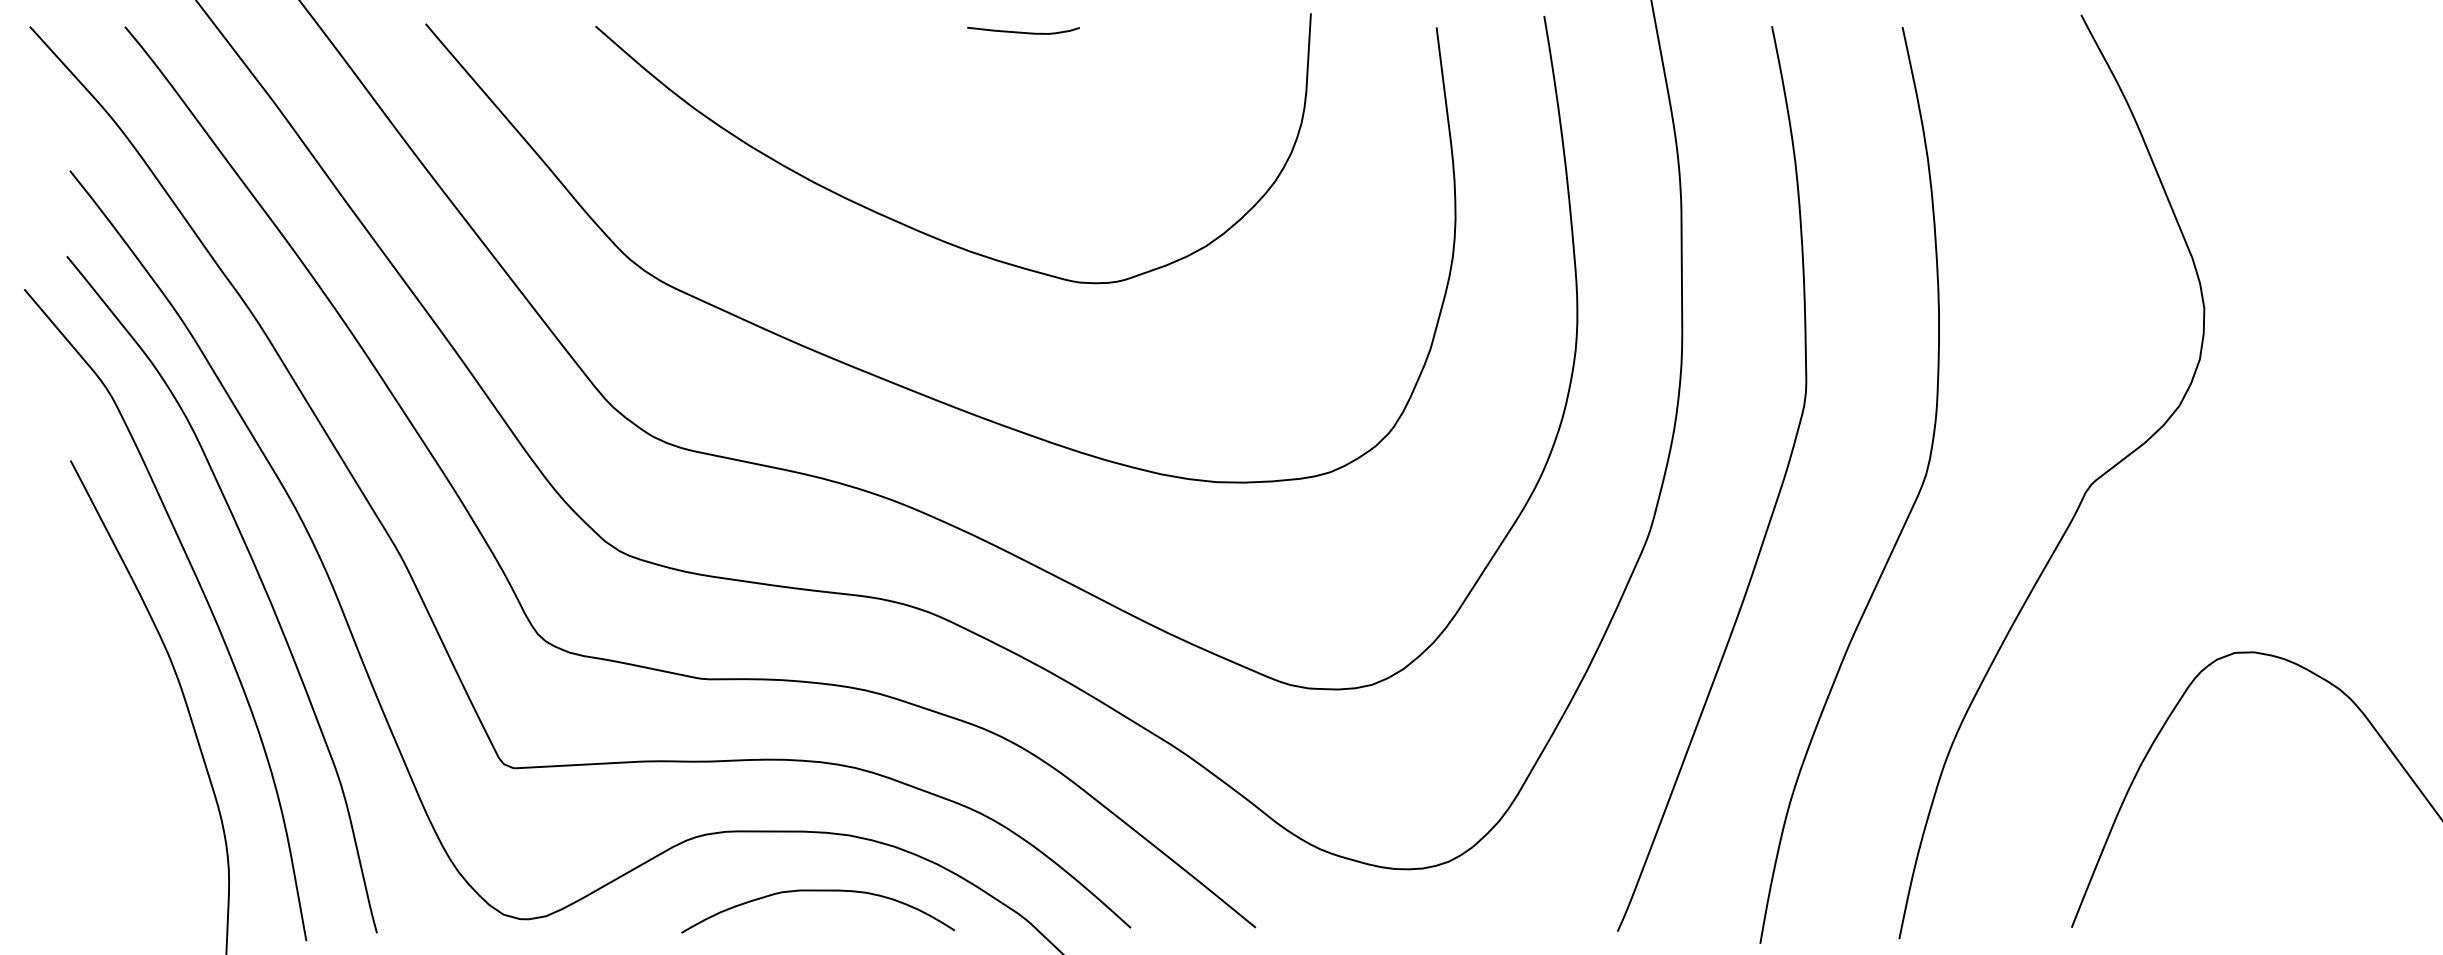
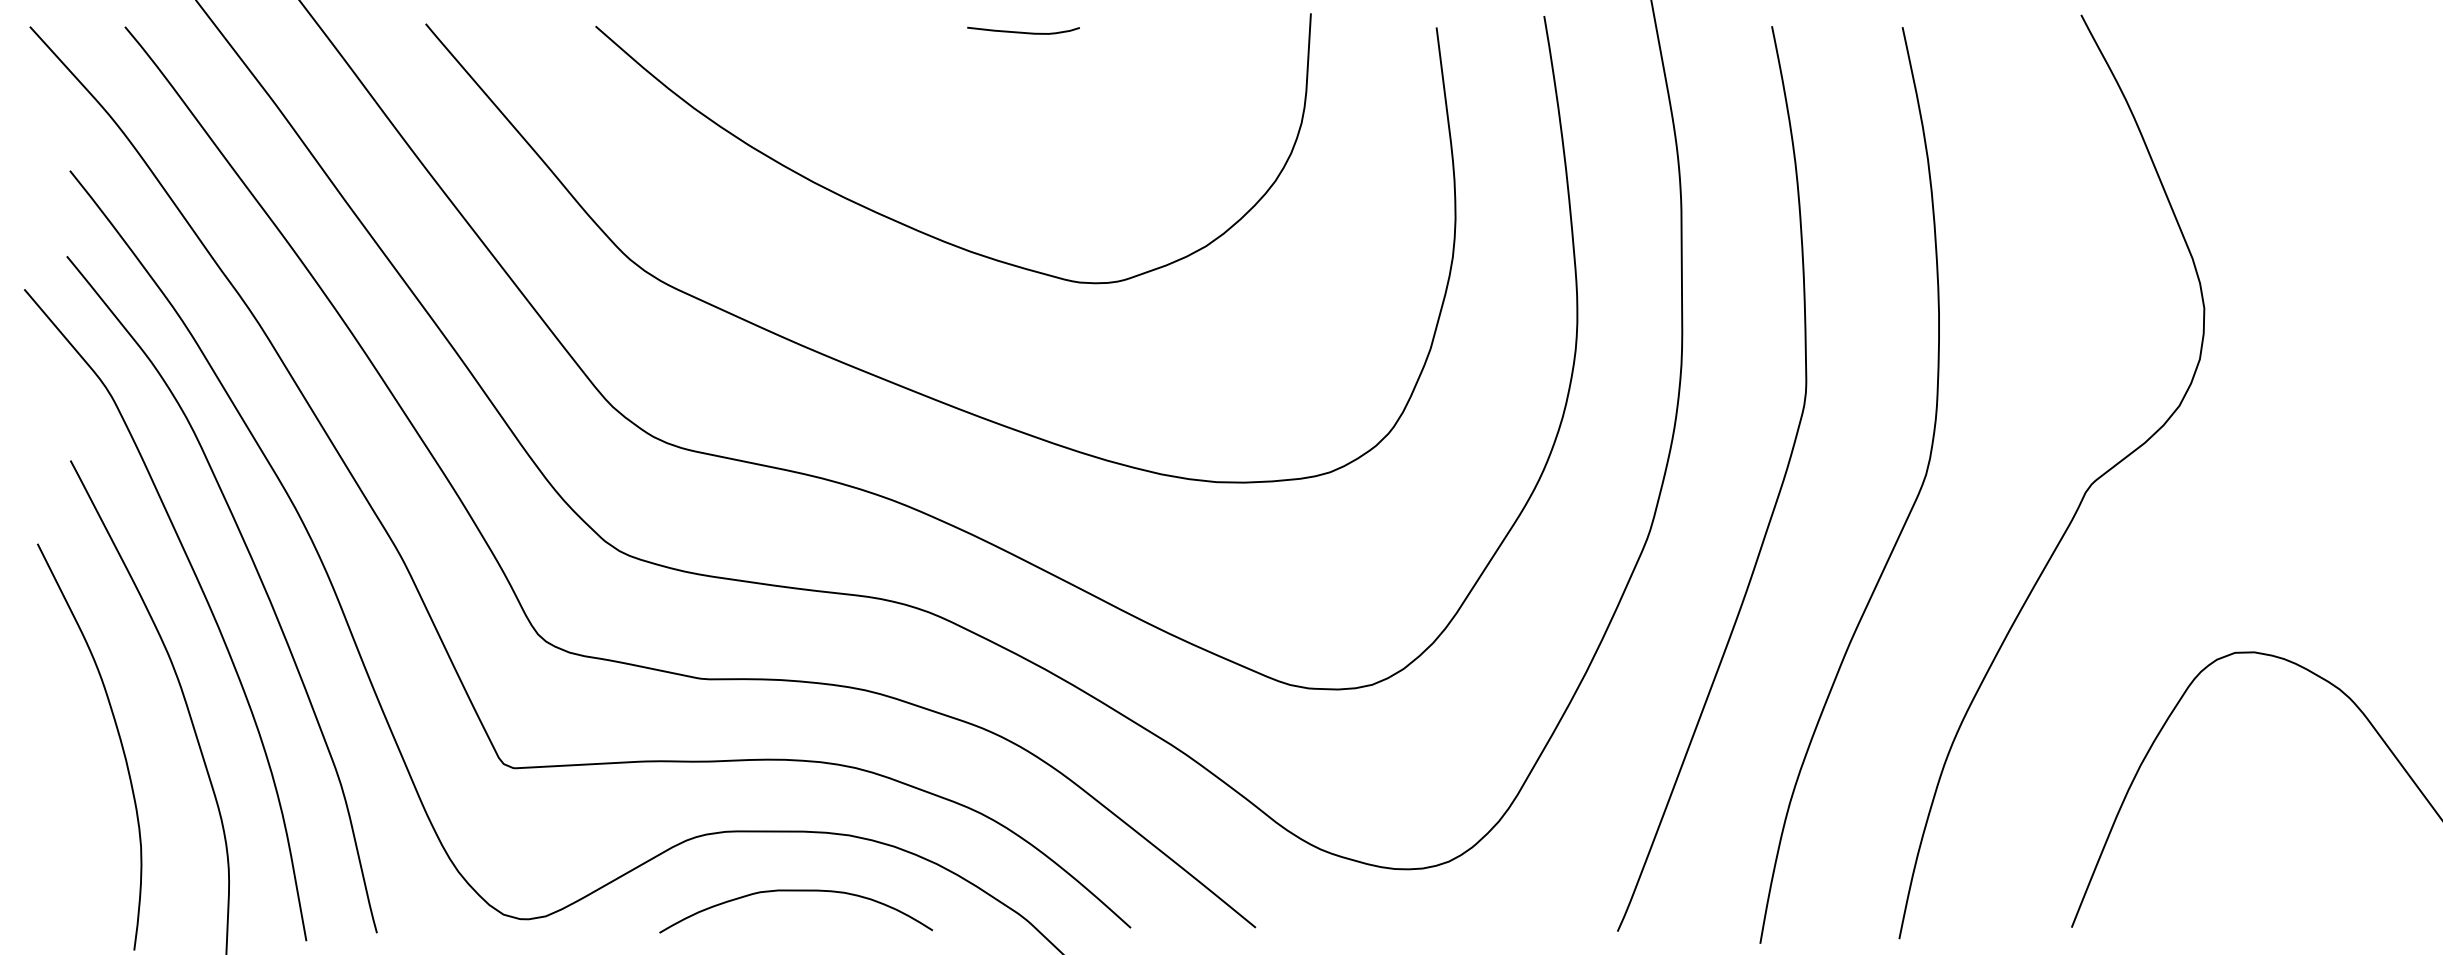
curve at (119, 740): none -> present
curve at (818, 891) position: (818, 891) -> (796, 891)
